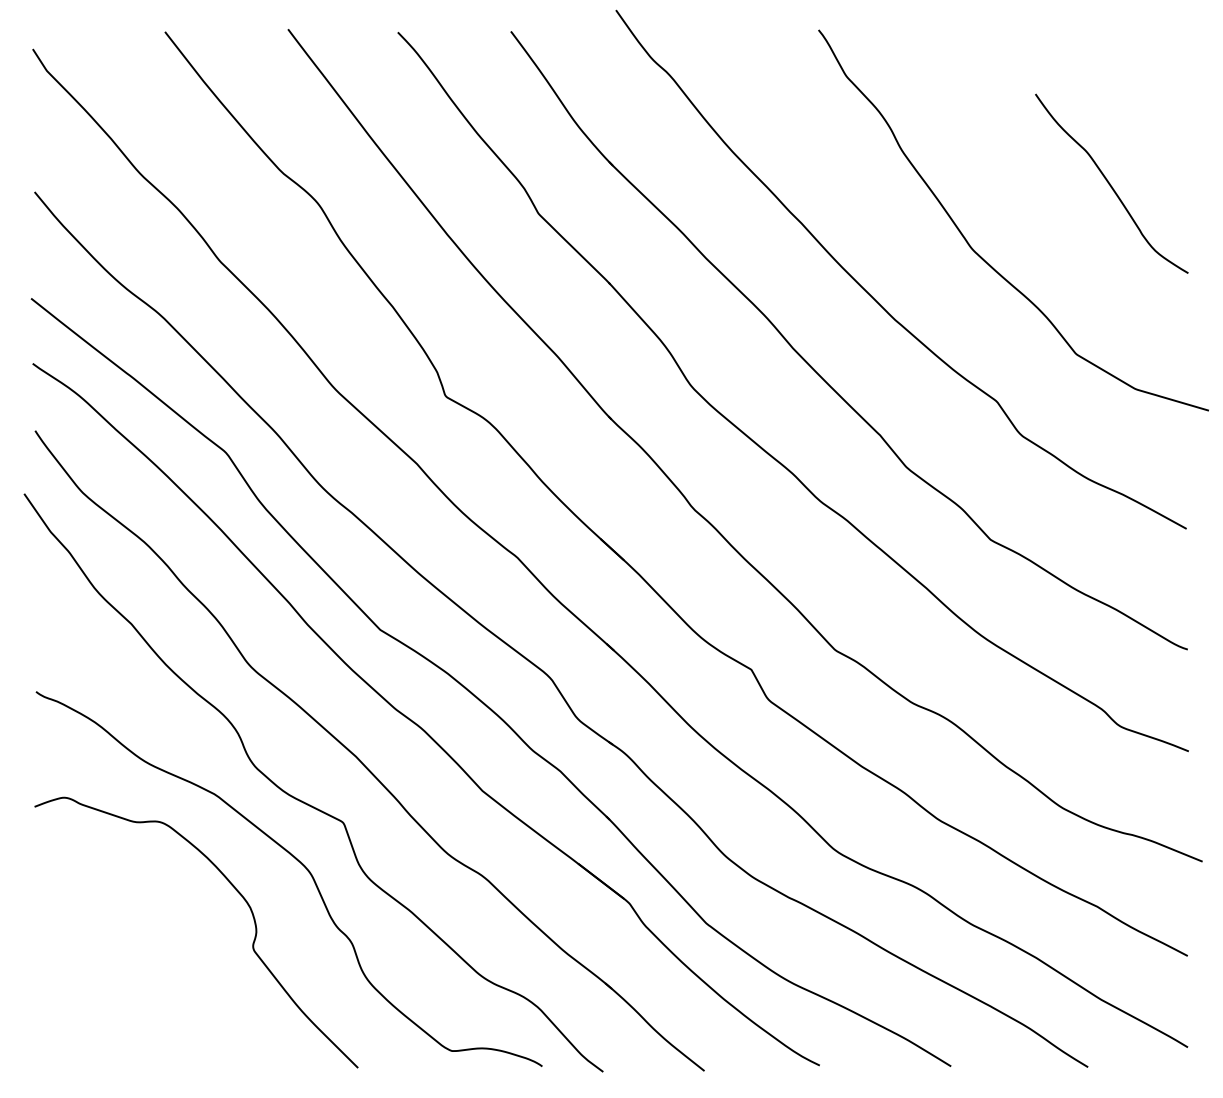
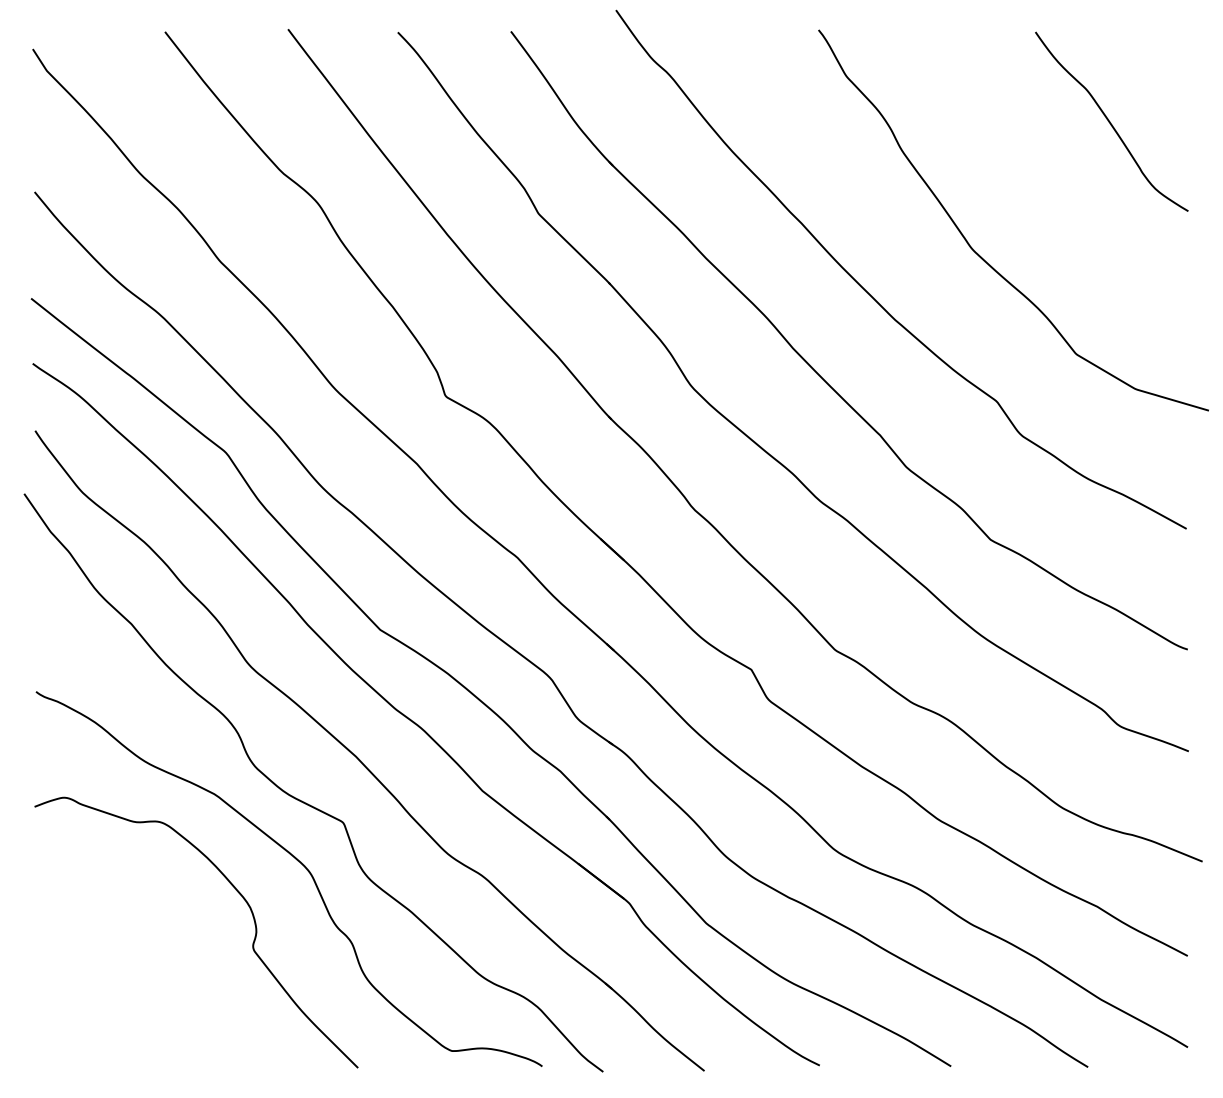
curve at (1110, 183) position: (1110, 183) -> (1110, 121)
